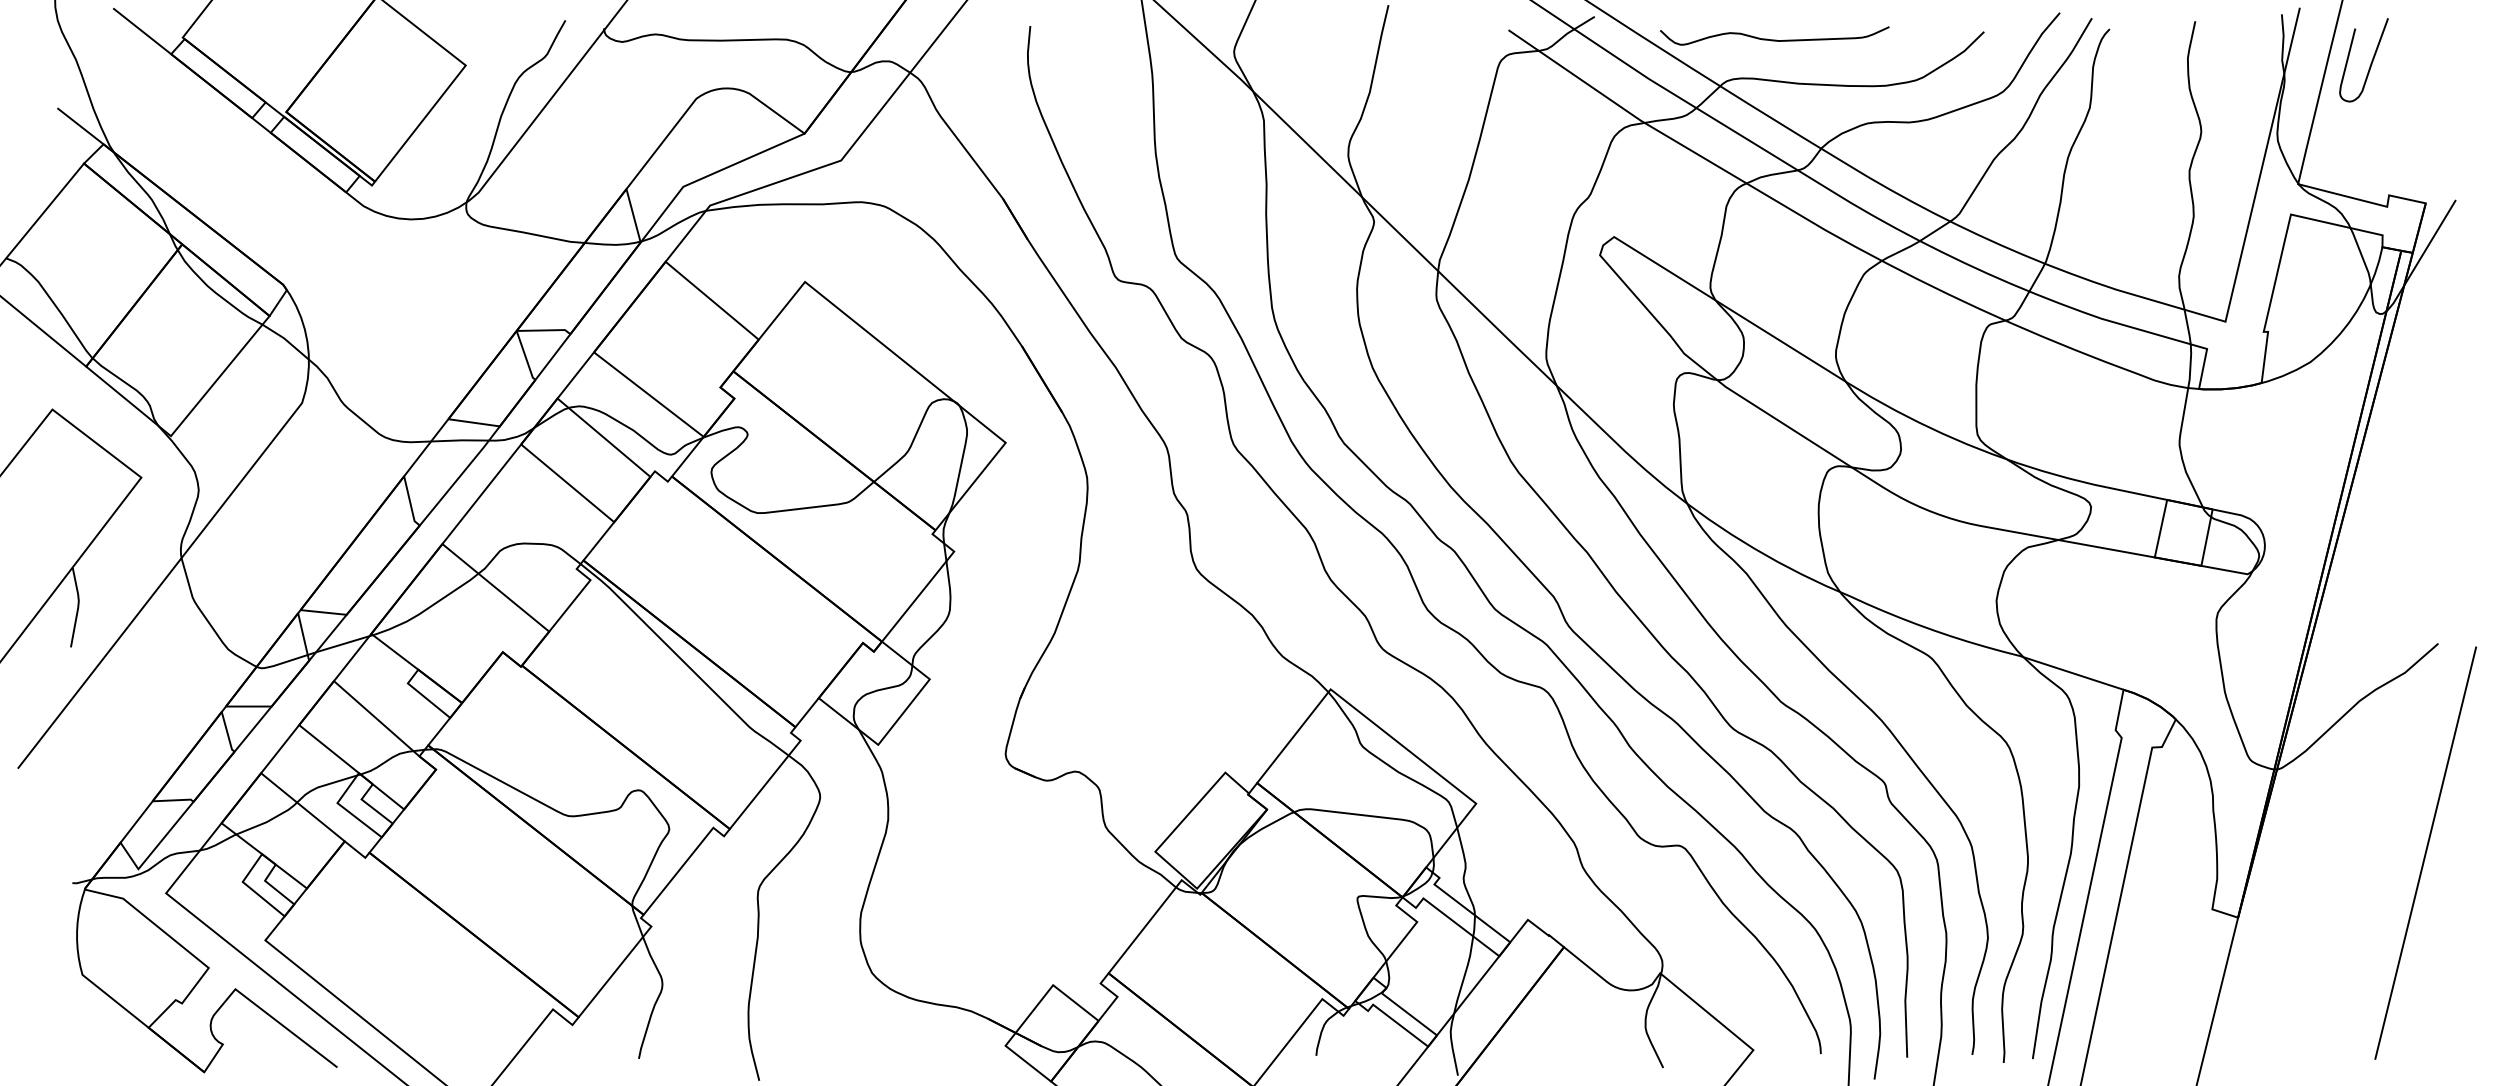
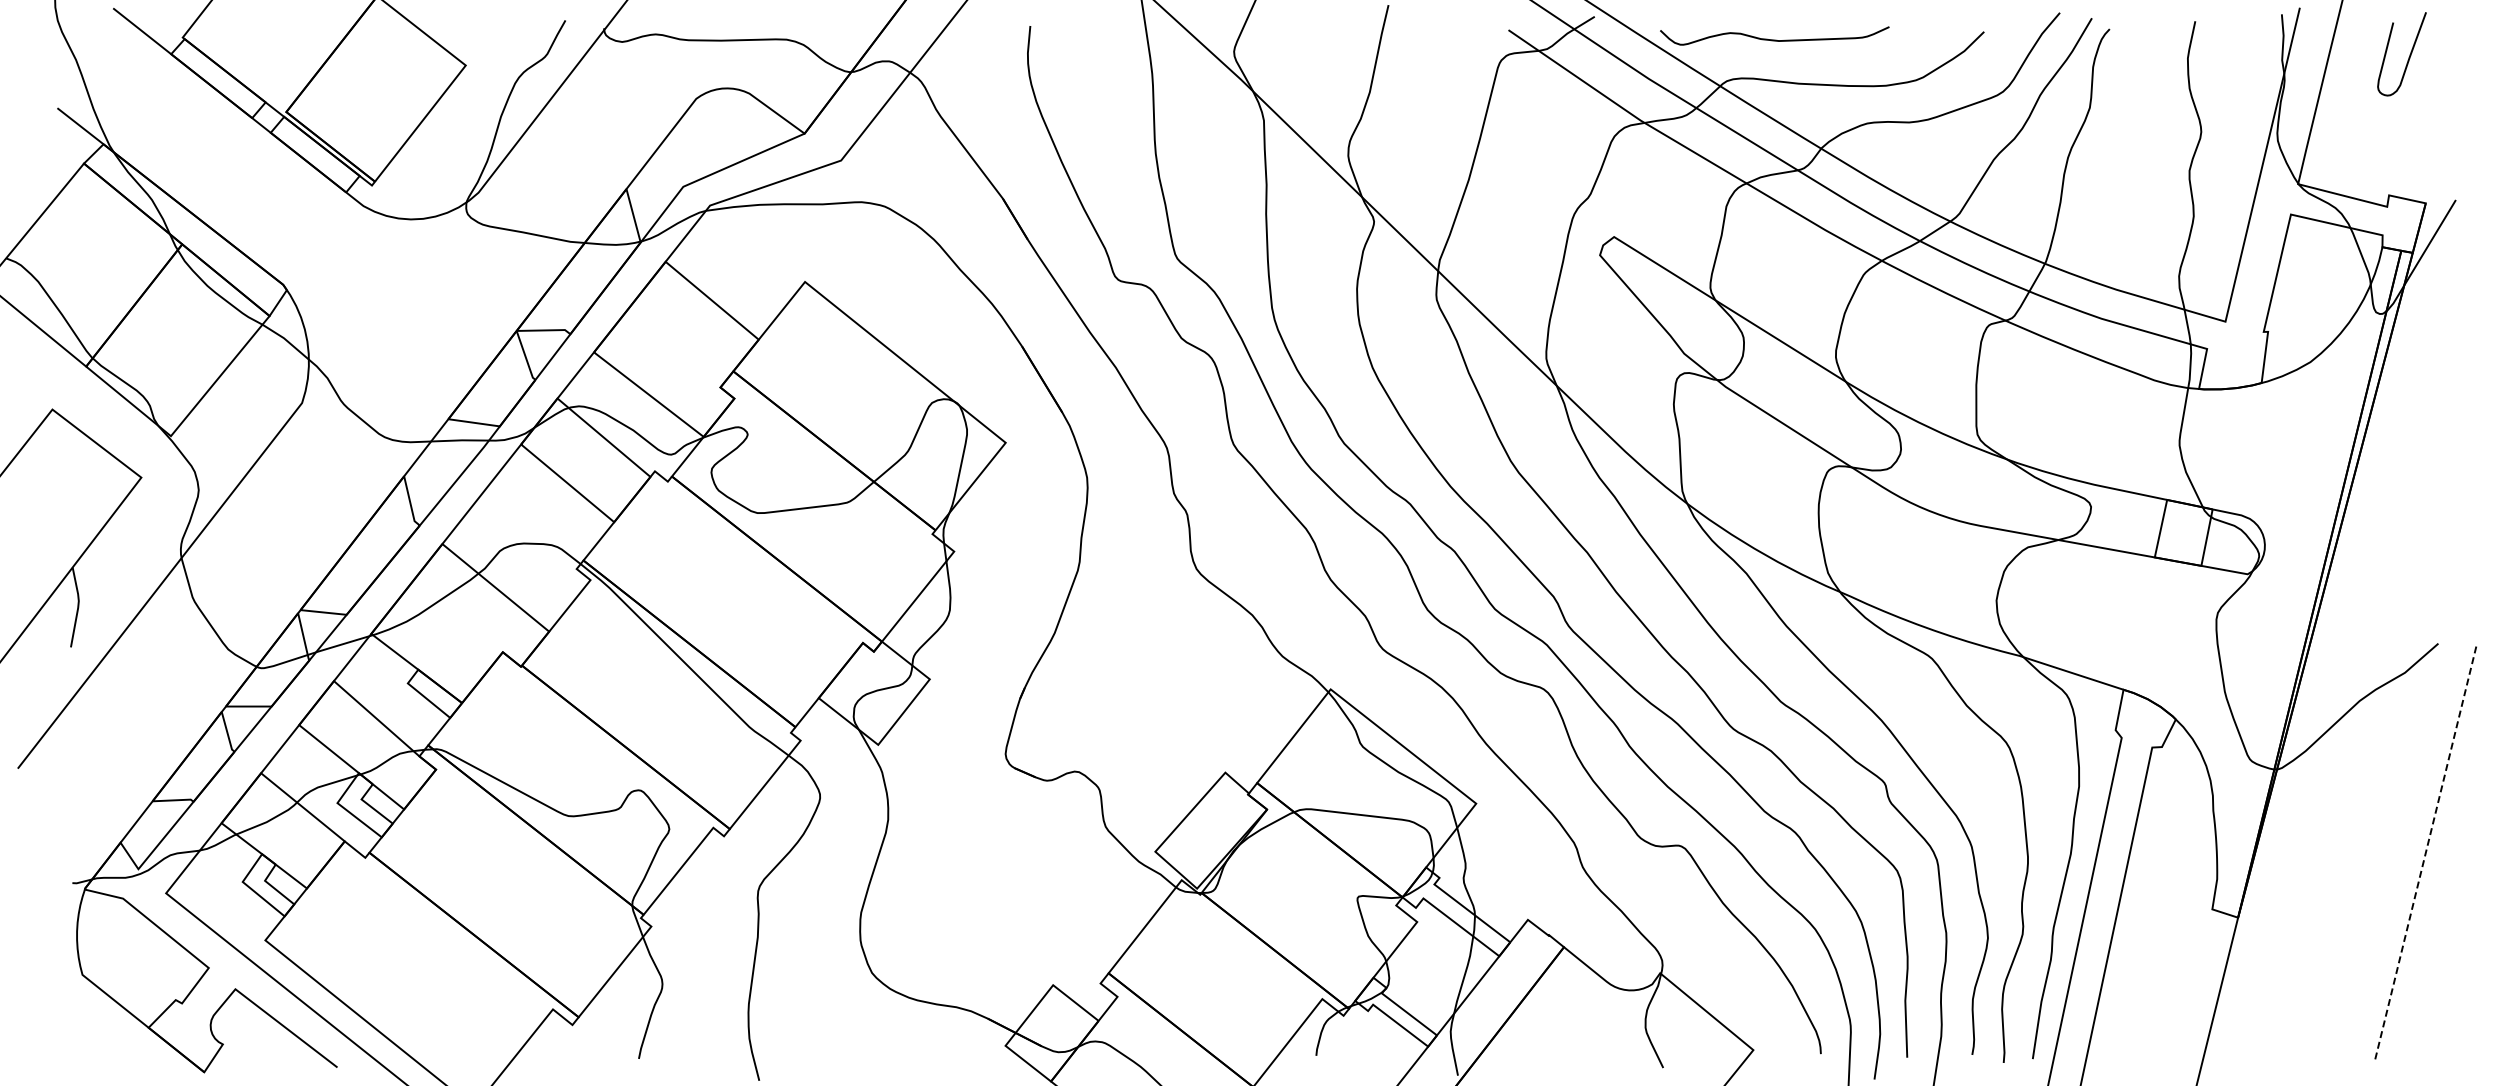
curve at (2370, 63) position: (2370, 63) -> (2408, 57)
line at (2425, 854): solid -> dashed
